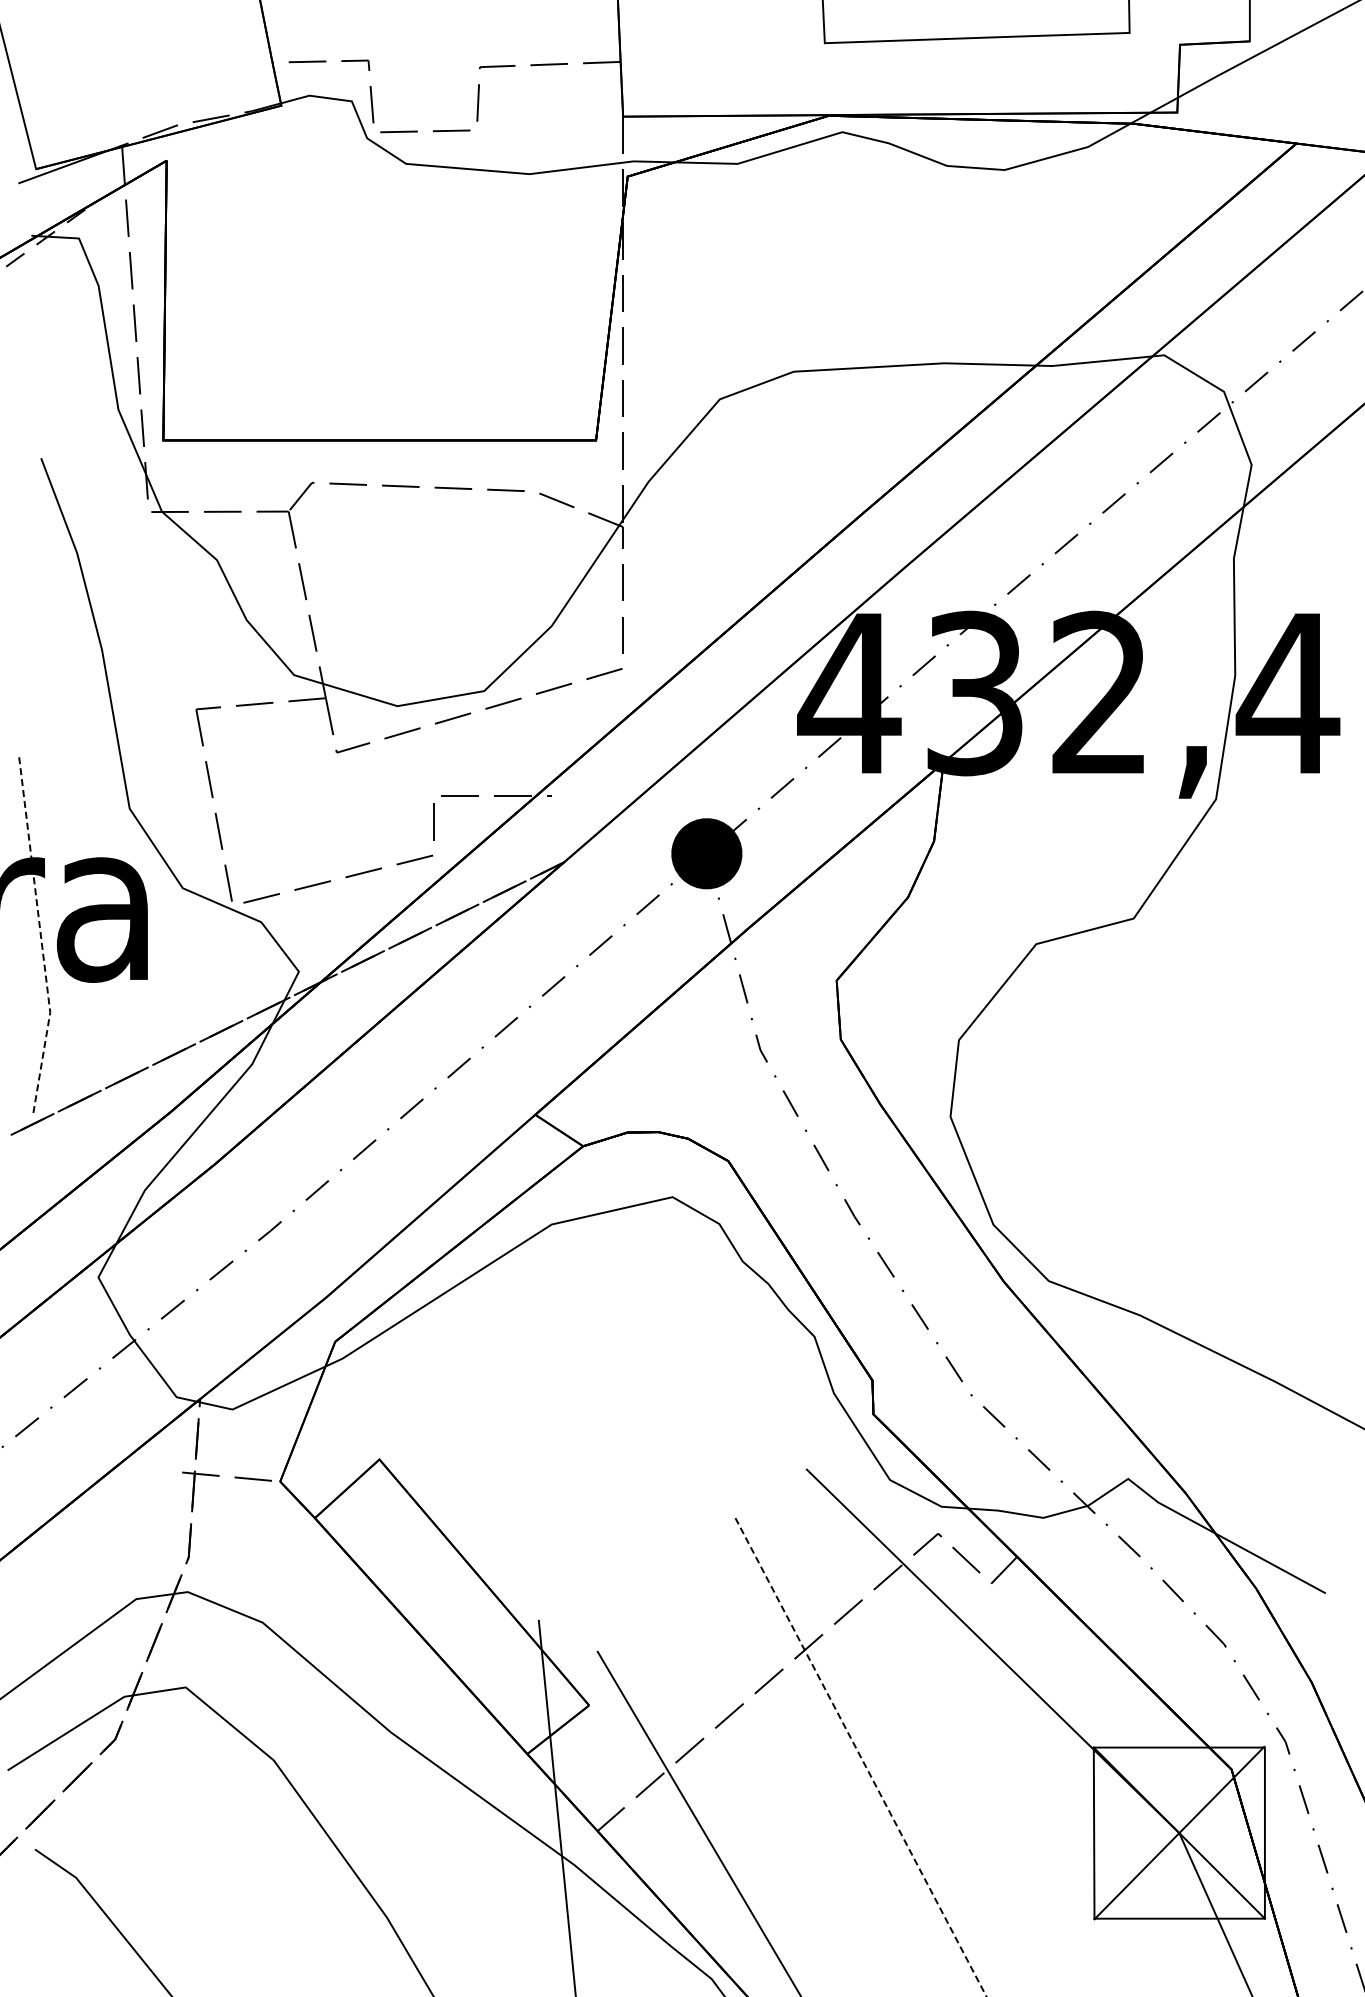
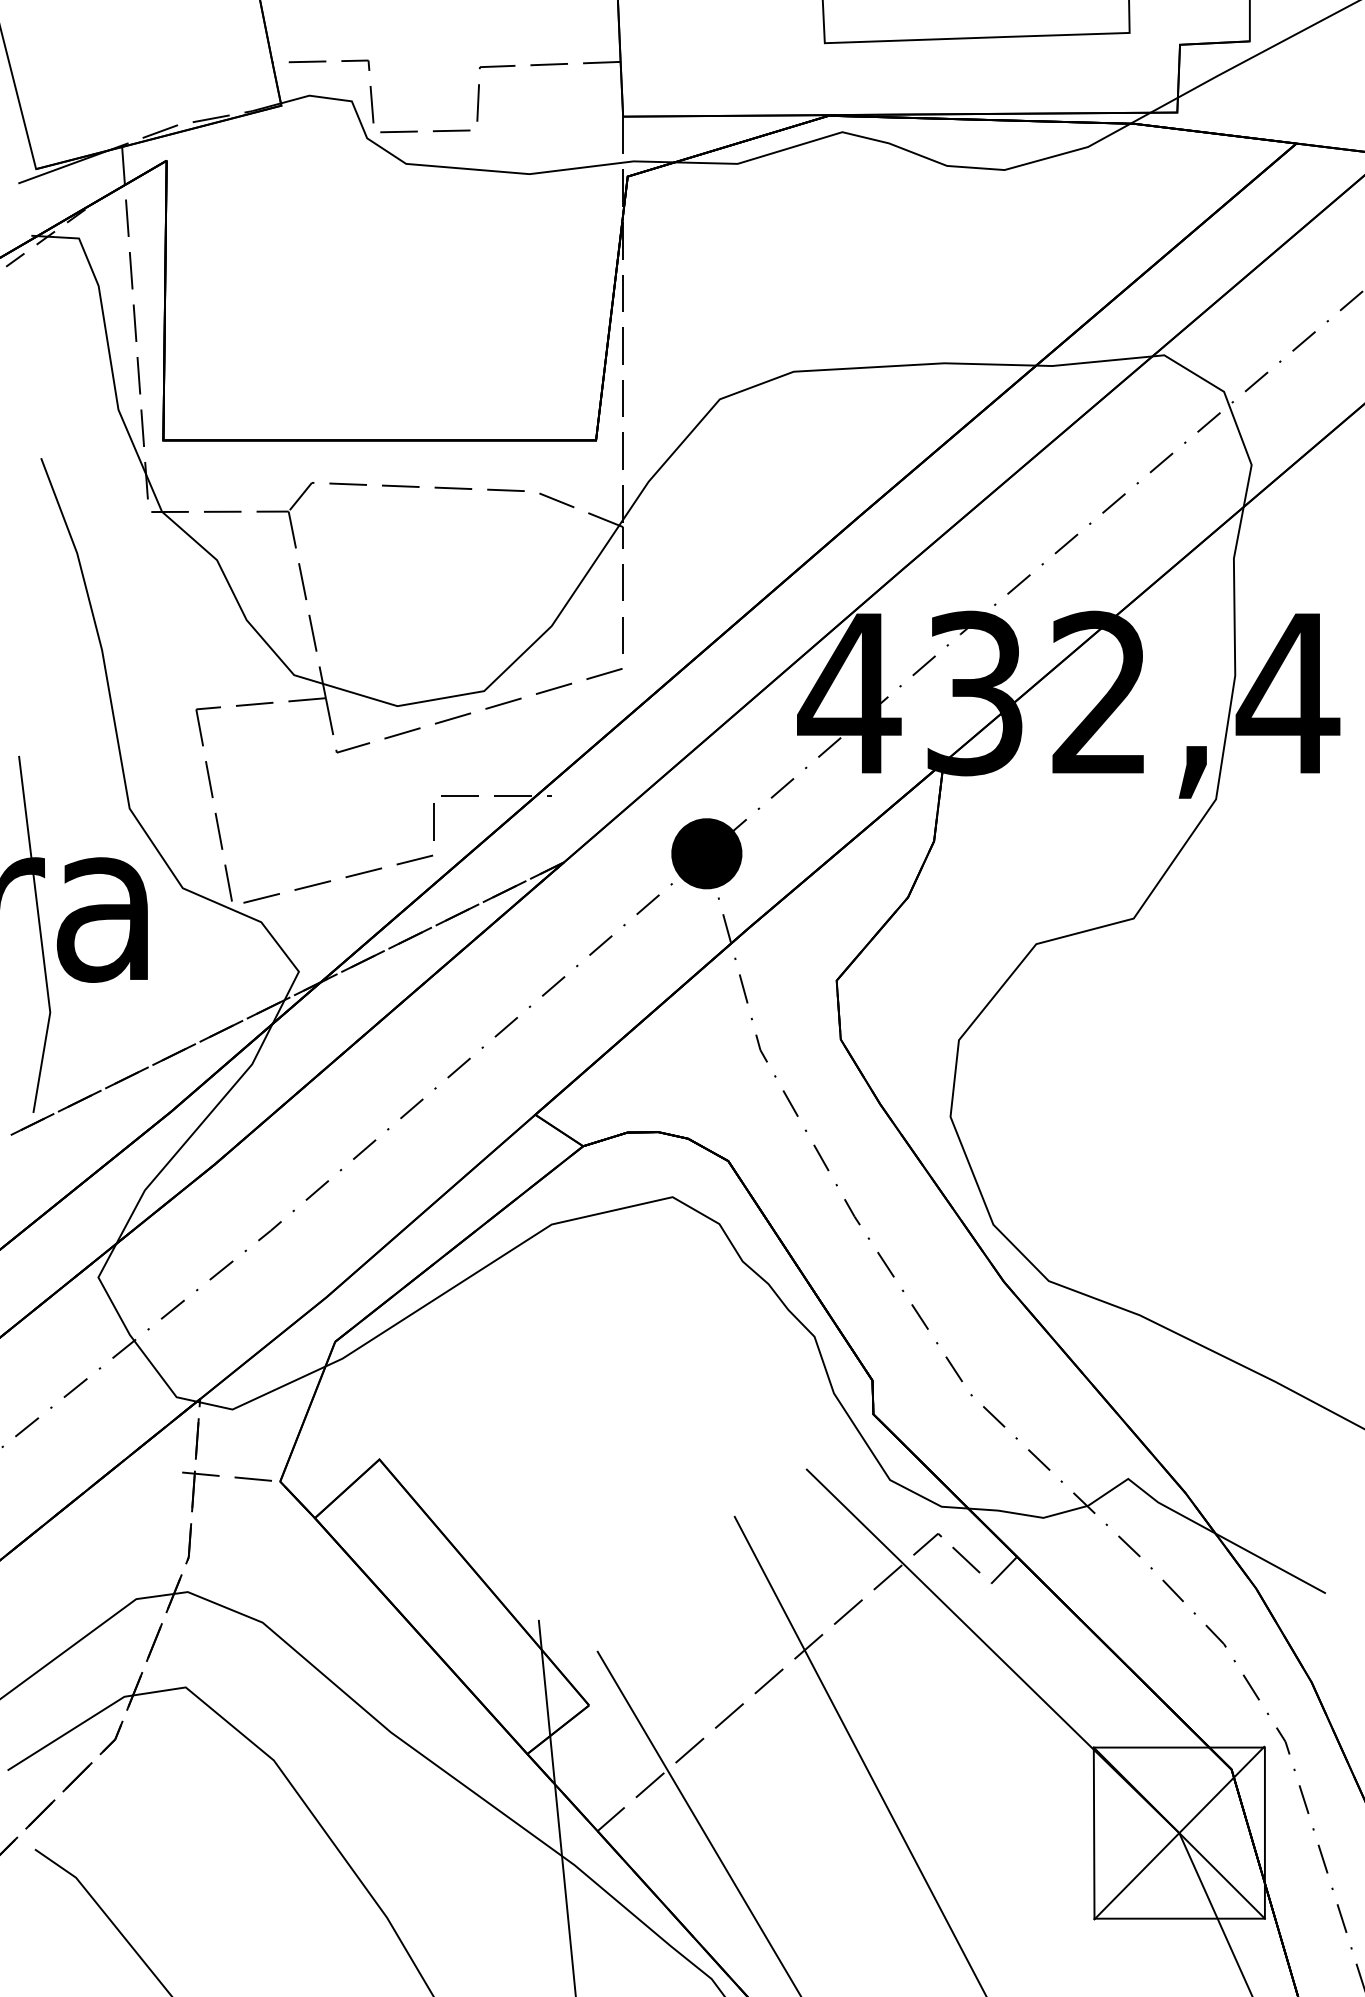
line at (40, 935): dashed -> solid
line at (860, 1755): dashed -> solid
